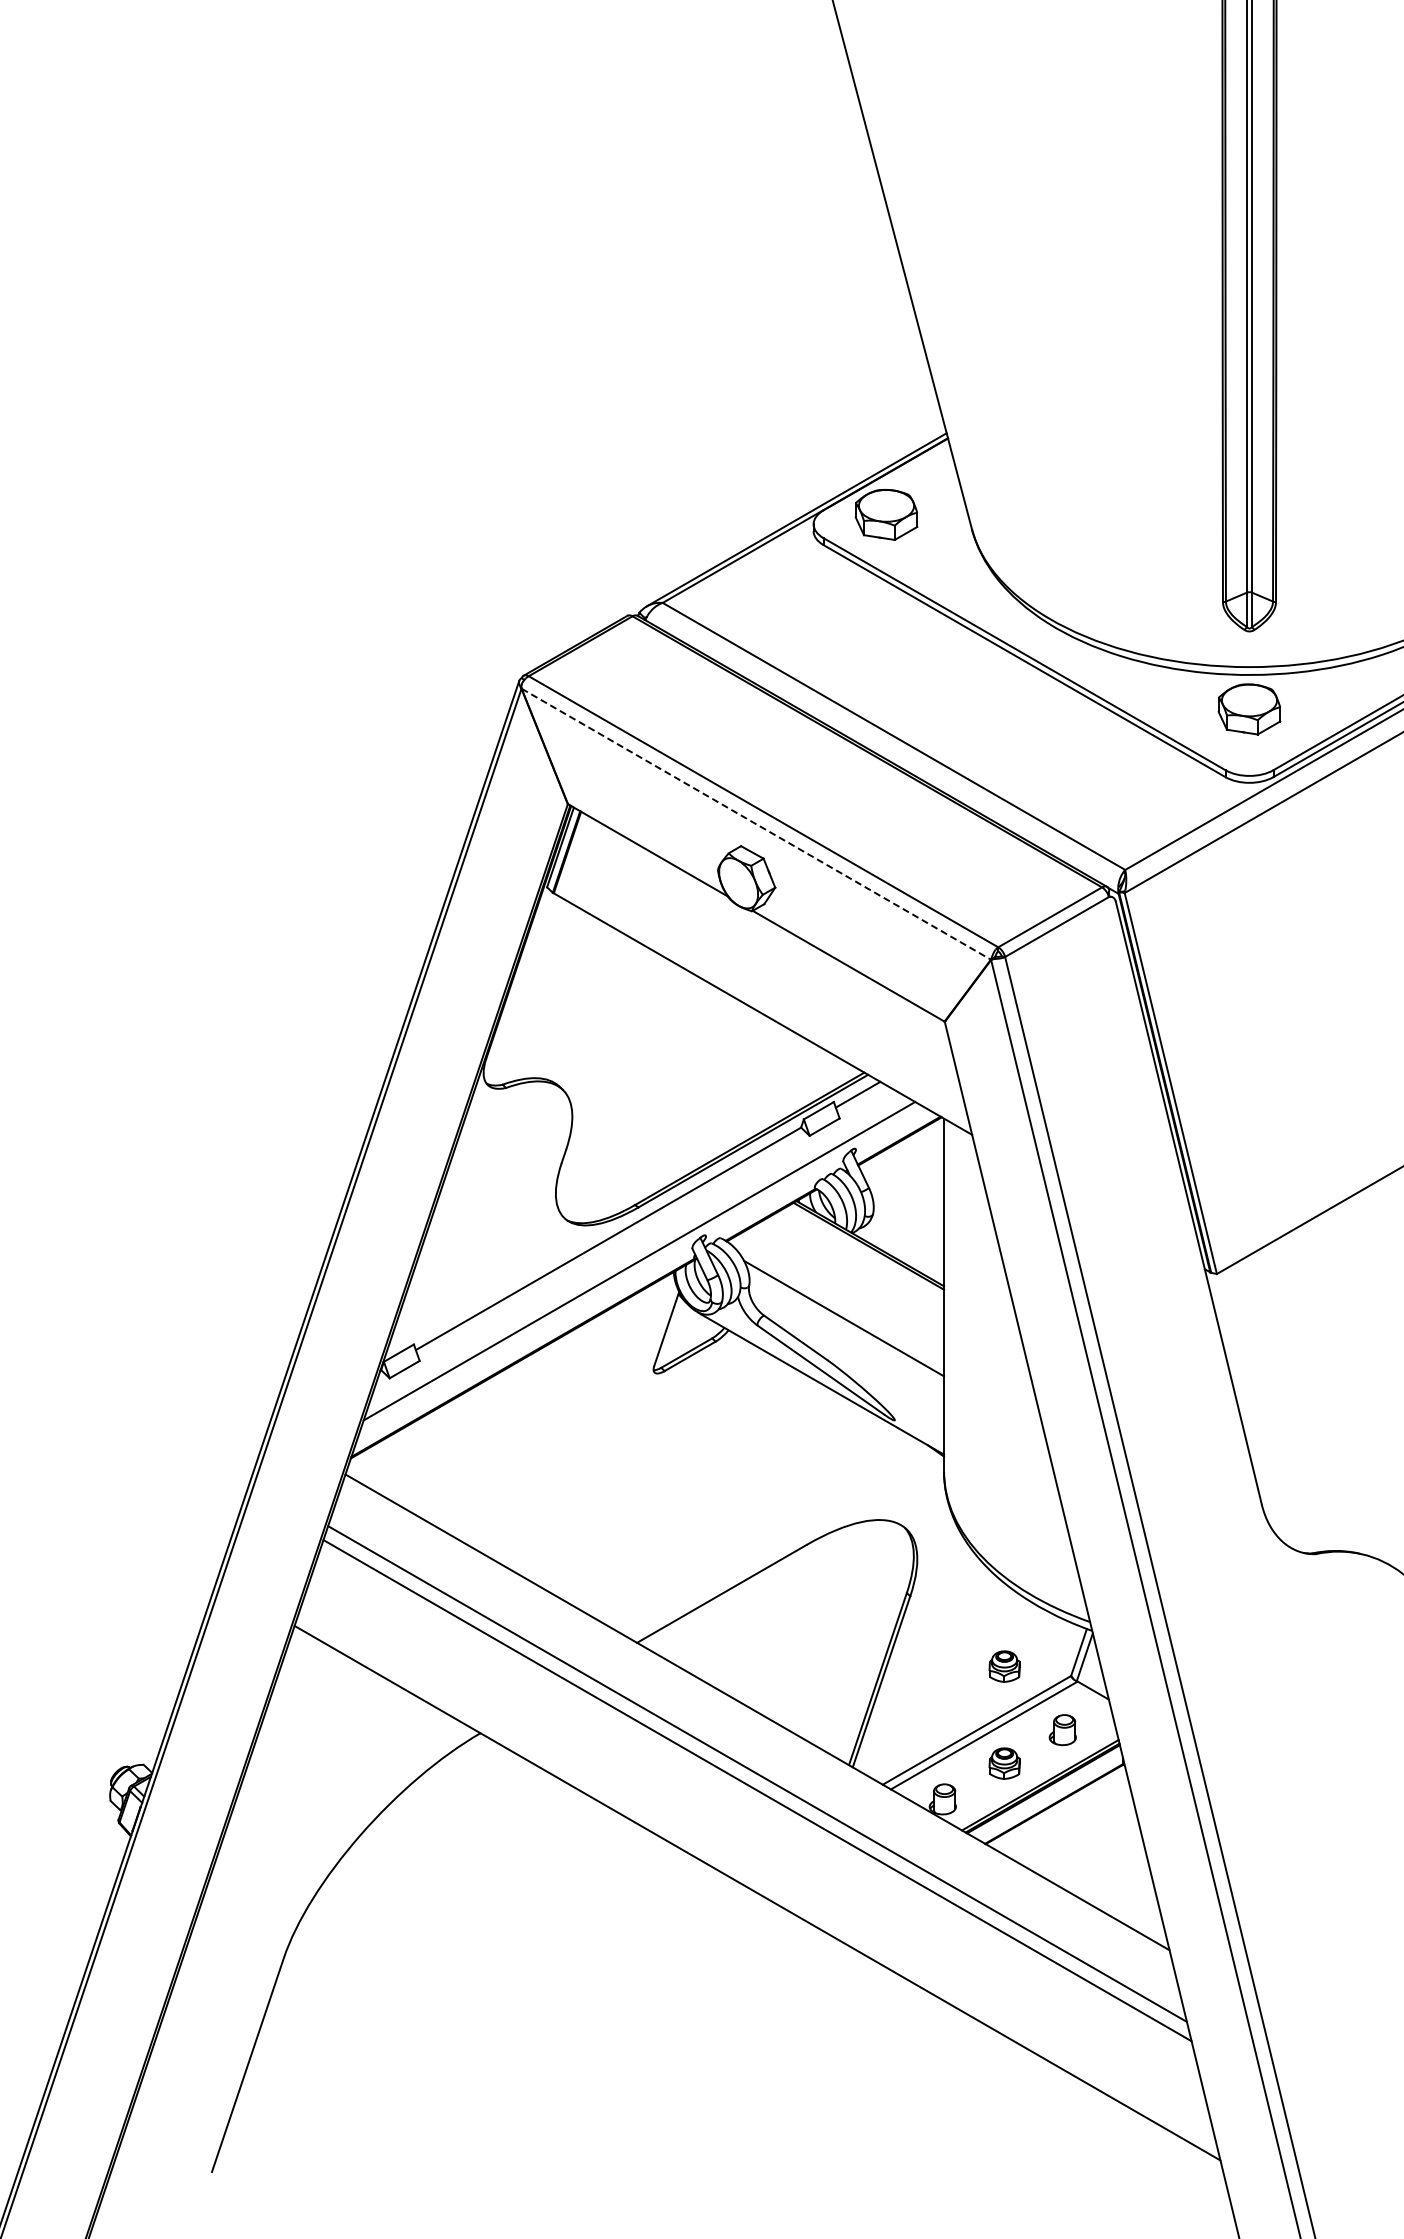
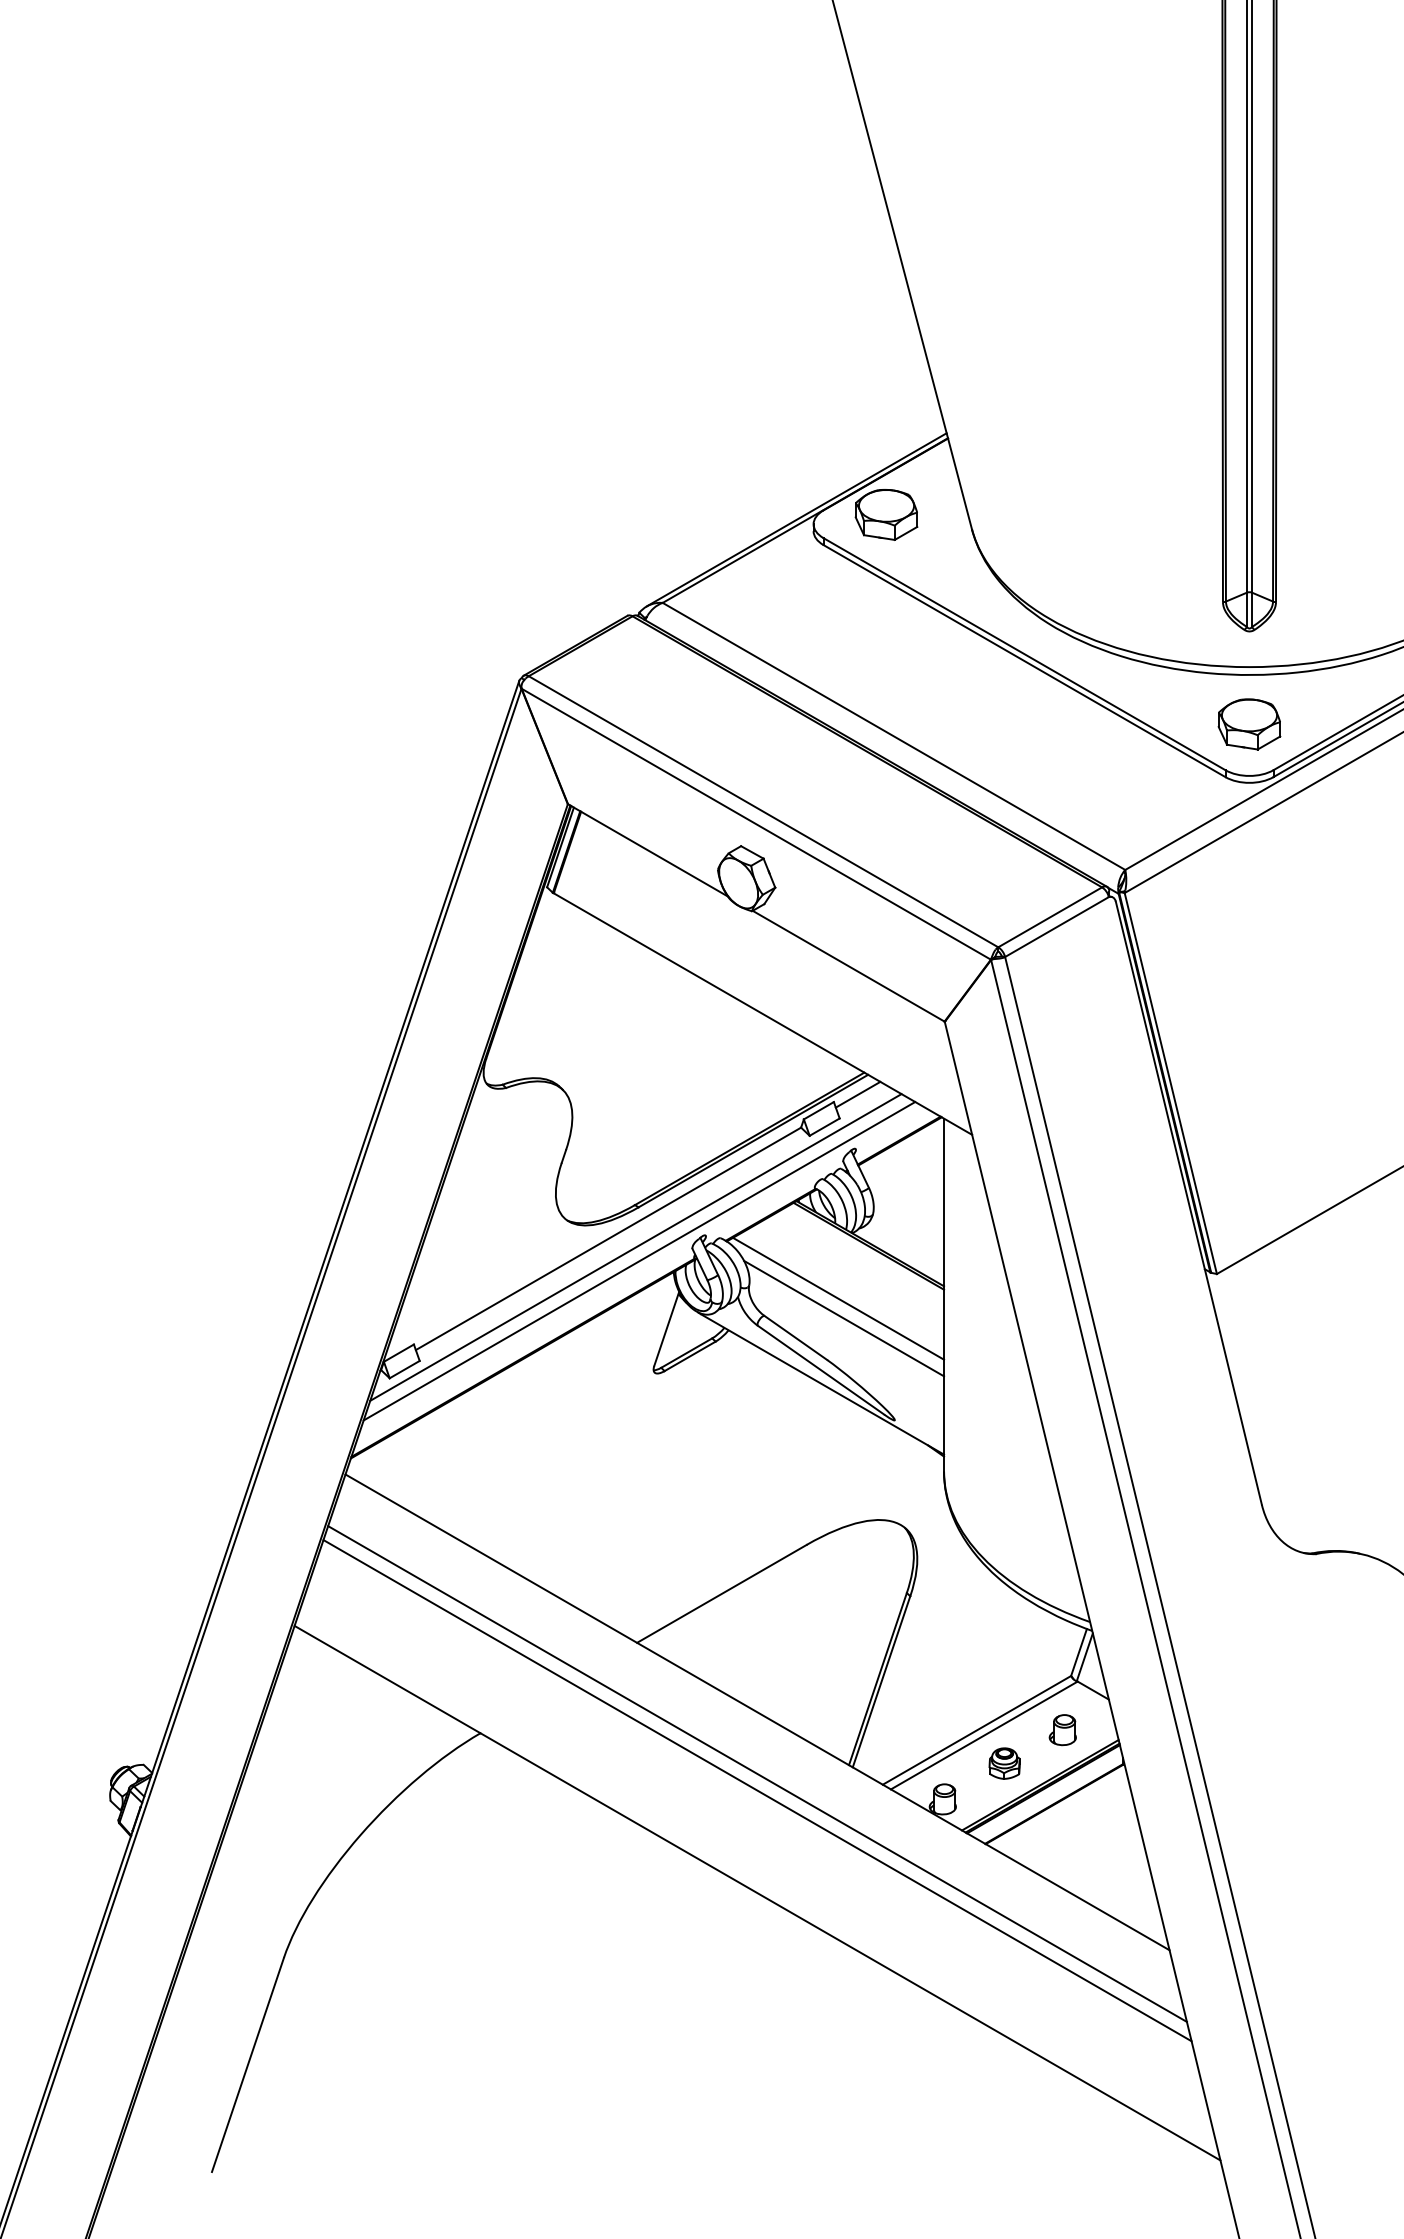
part at (1249, 709) position: (1249, 709) -> (1249, 724)
line at (756, 824): dashed -> solid
line at (635, 1247): none -> present
line at (838, 1298): none -> present
part at (1004, 1666): present -> none
